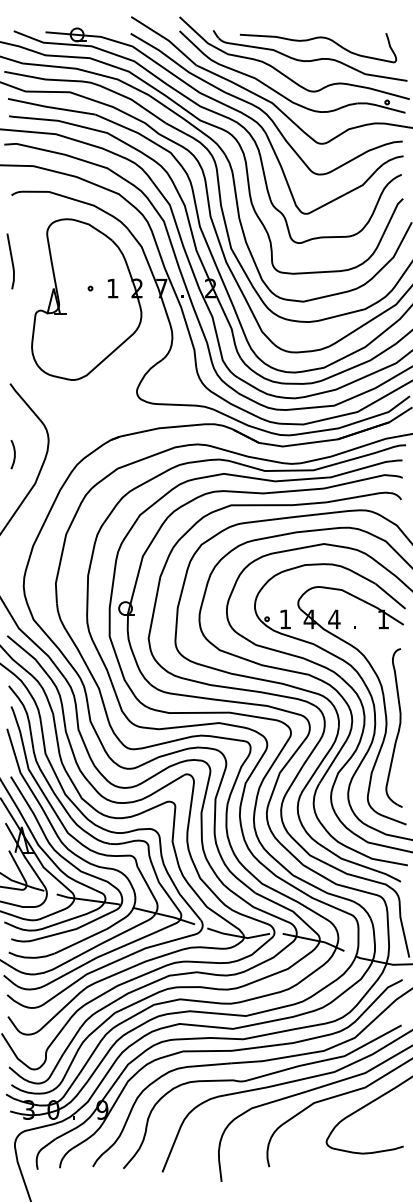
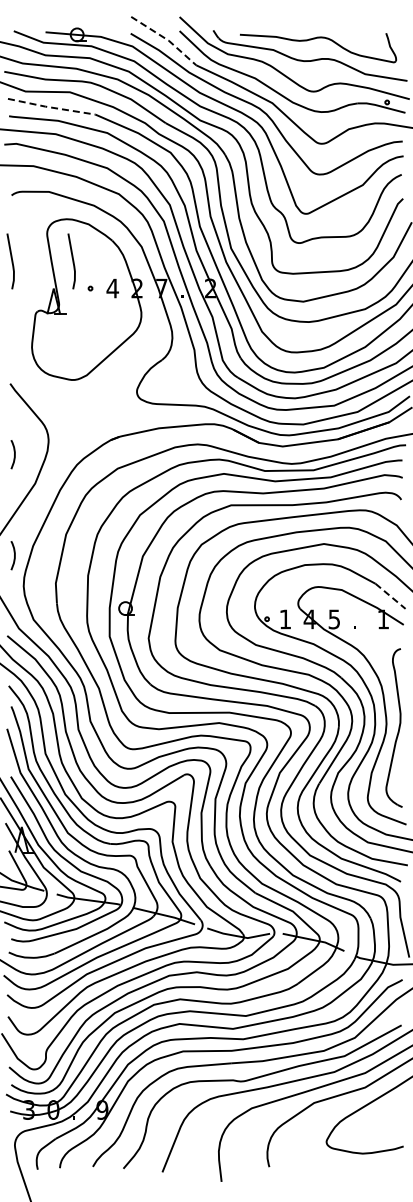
line at (166, 39): solid -> dashed
line at (51, 107): solid -> dashed
line at (72, 261): none -> present
text at (112, 288): 1 -> 4
curve at (14, 555): none -> present
line at (390, 596): solid -> dashed
text at (334, 619): 4 -> 5
